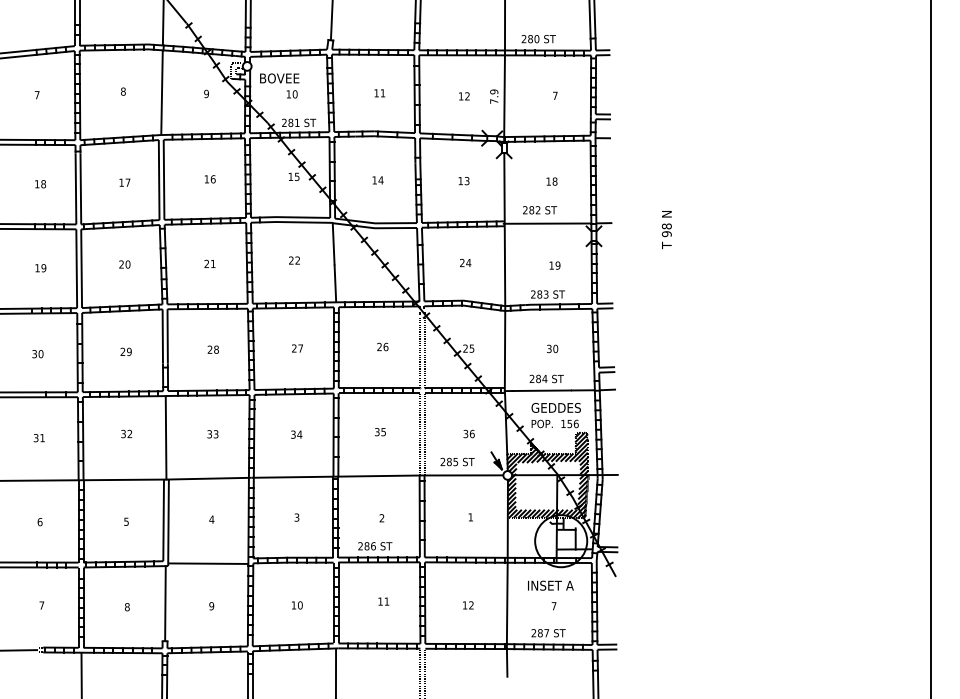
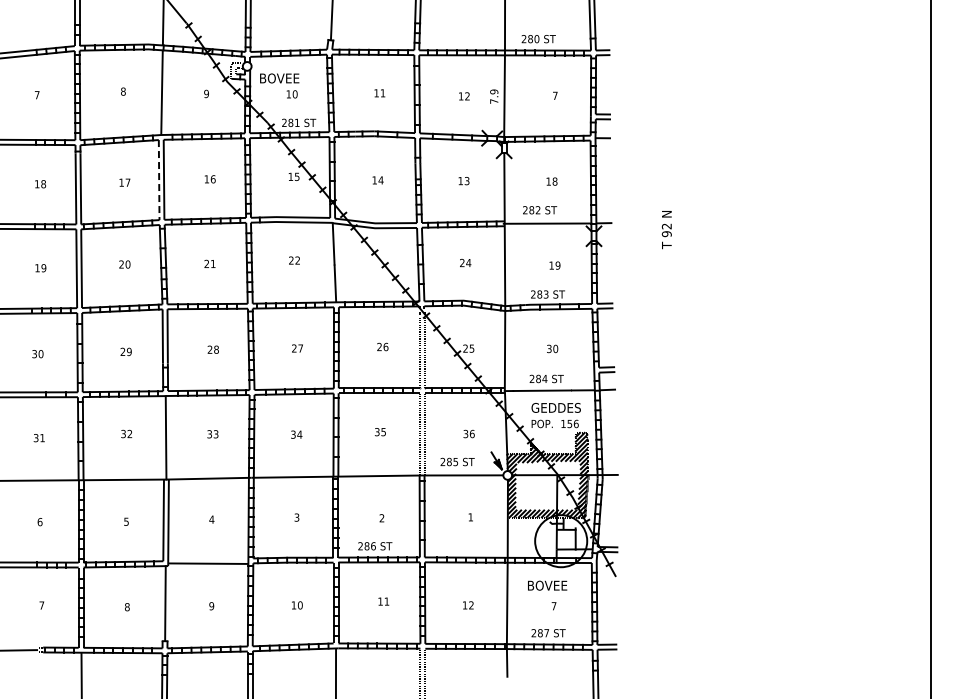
line at (159, 180): solid -> dashed
text at (666, 226): 98 -> 92
text at (551, 585): INSET A -> BOVEE
